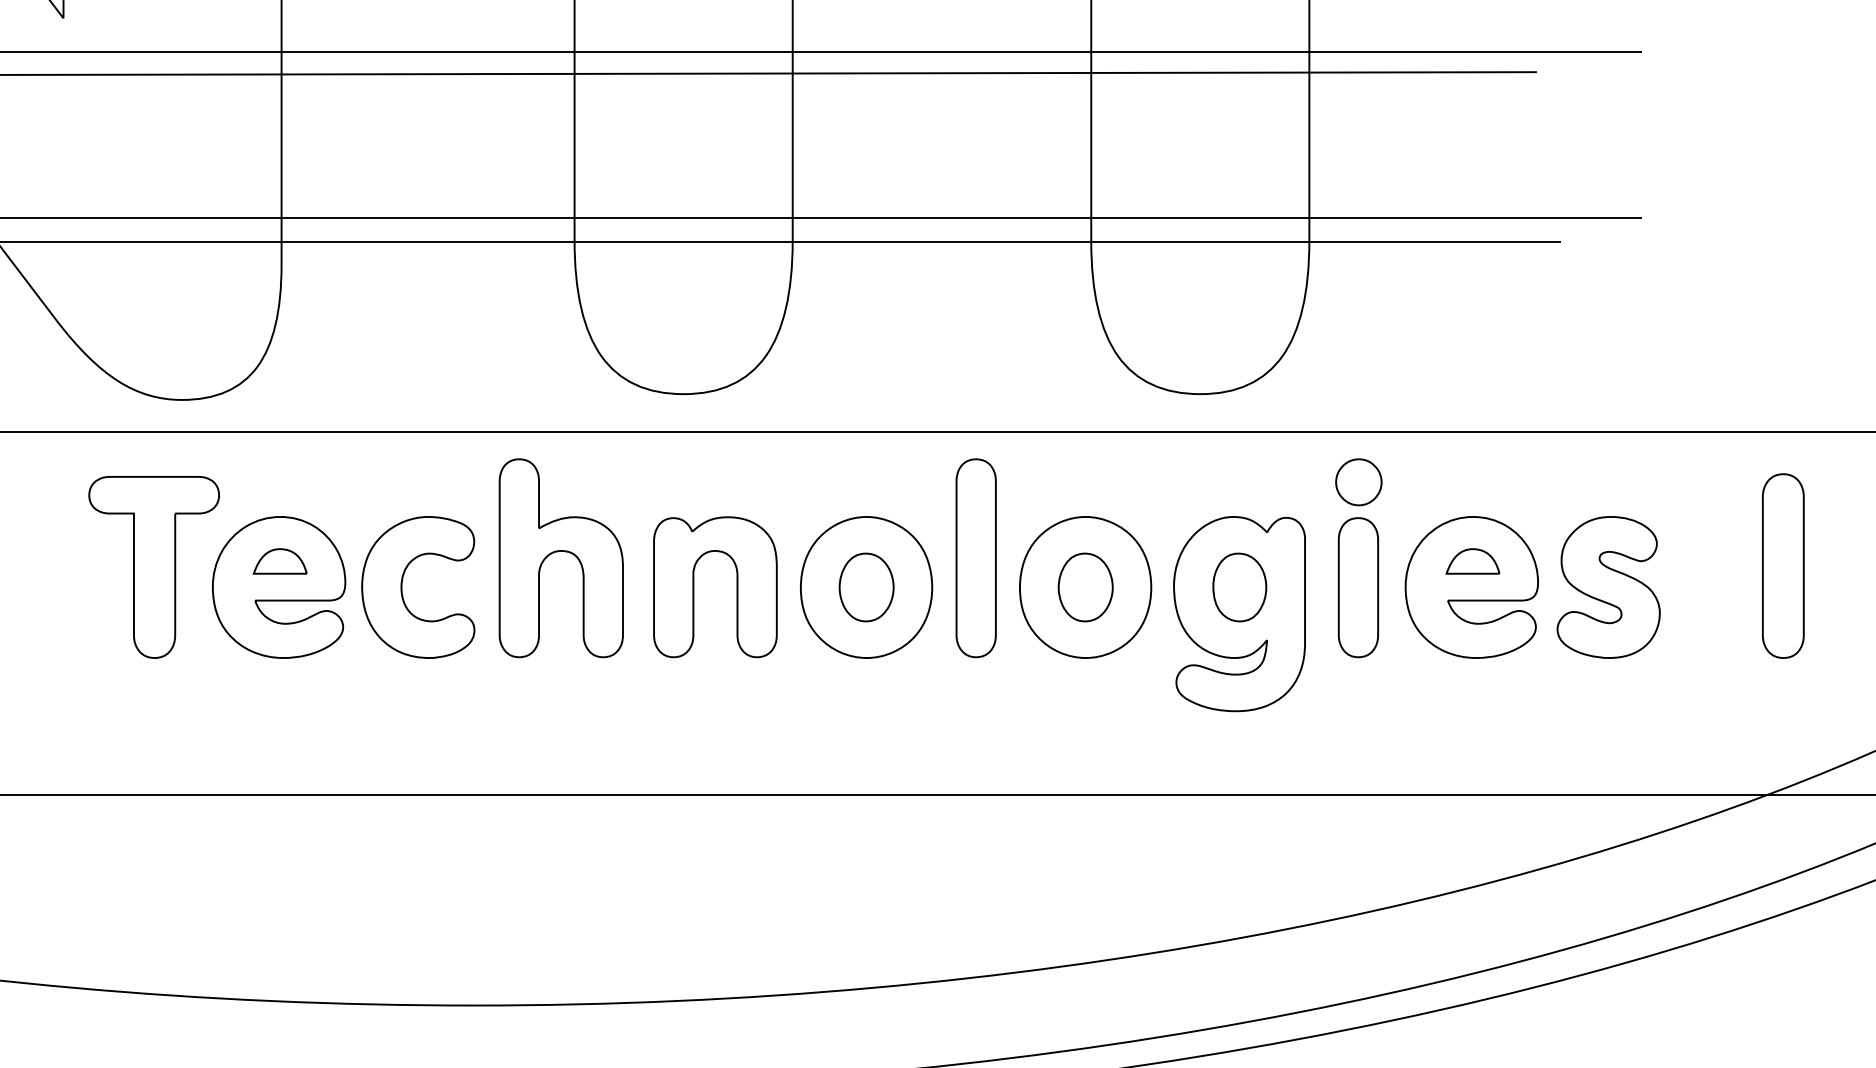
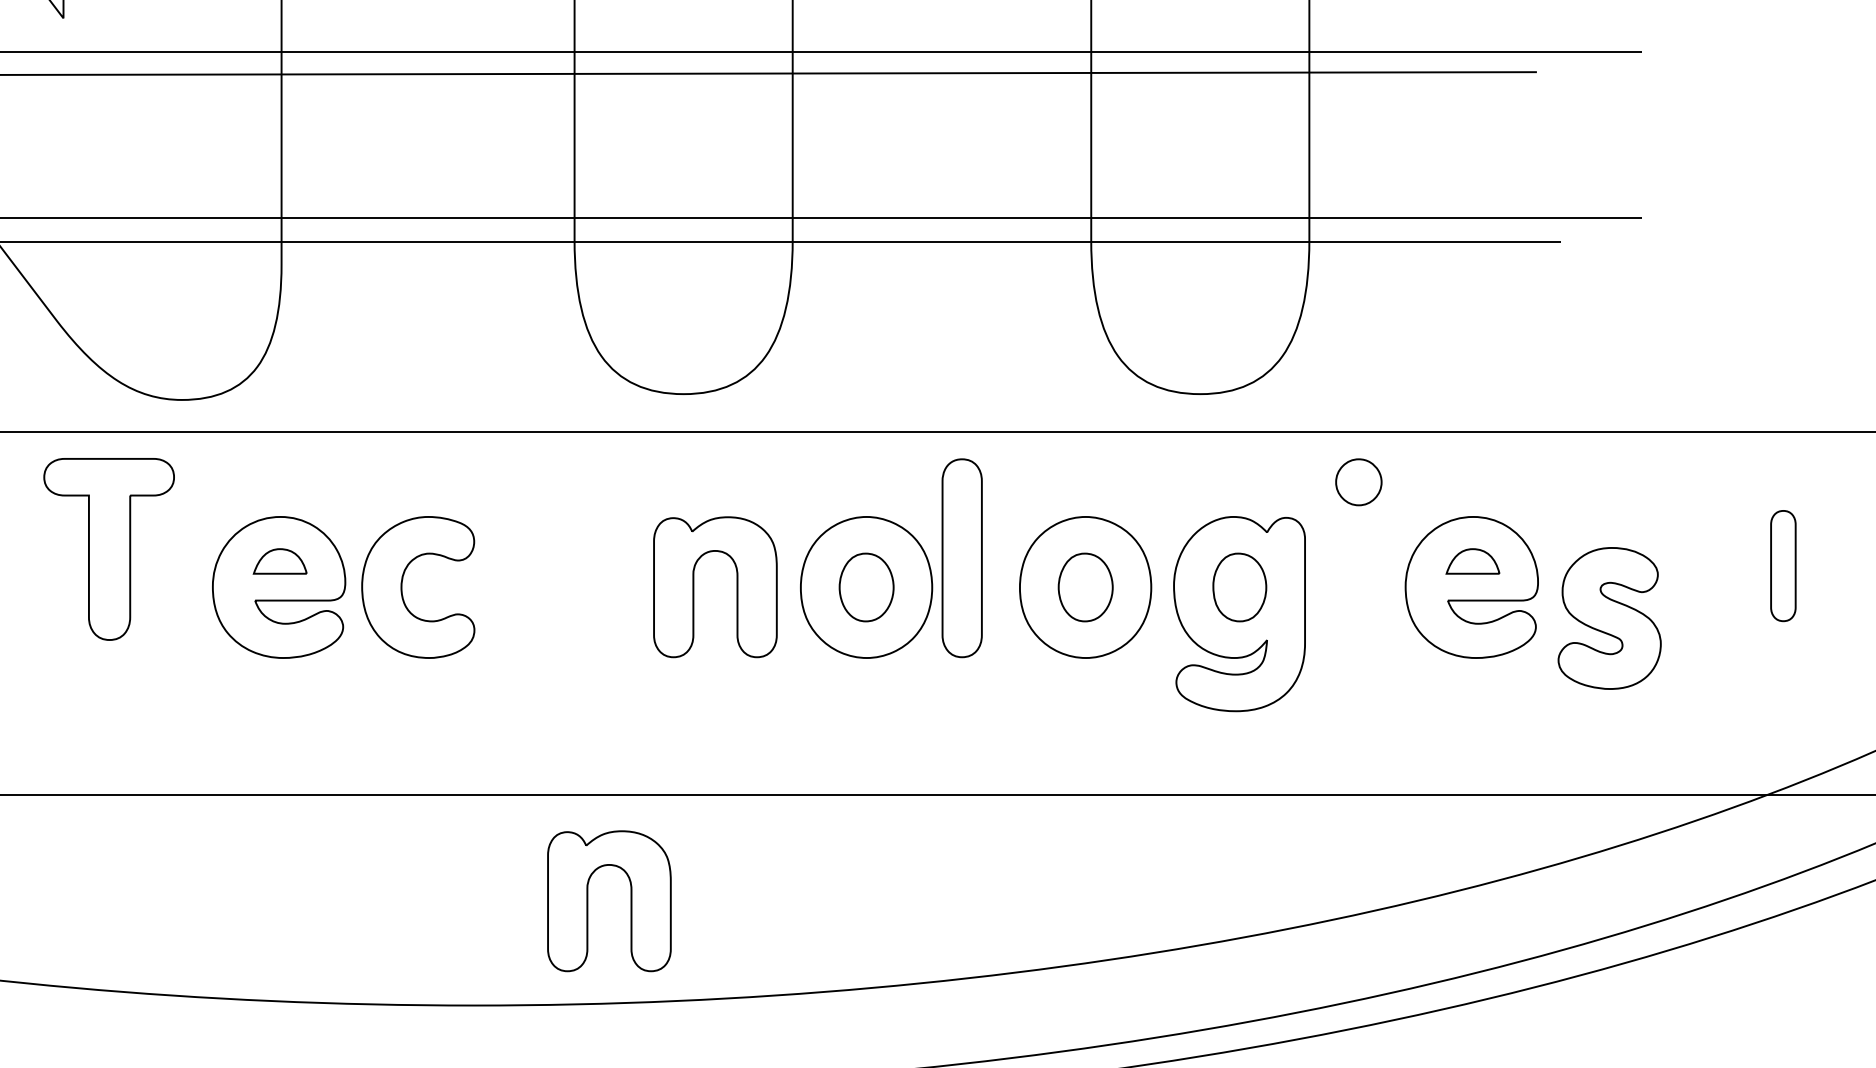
part at (557, 552): present -> none
part at (975, 558) position: (975, 558) -> (961, 558)
part at (1783, 565) size: 43x186 px -> 27x113 px
part at (153, 567) position: (153, 567) -> (108, 549)
part at (1357, 587): present -> none
part at (1608, 587) position: (1608, 587) -> (1609, 618)
part at (588, 901): none -> present
